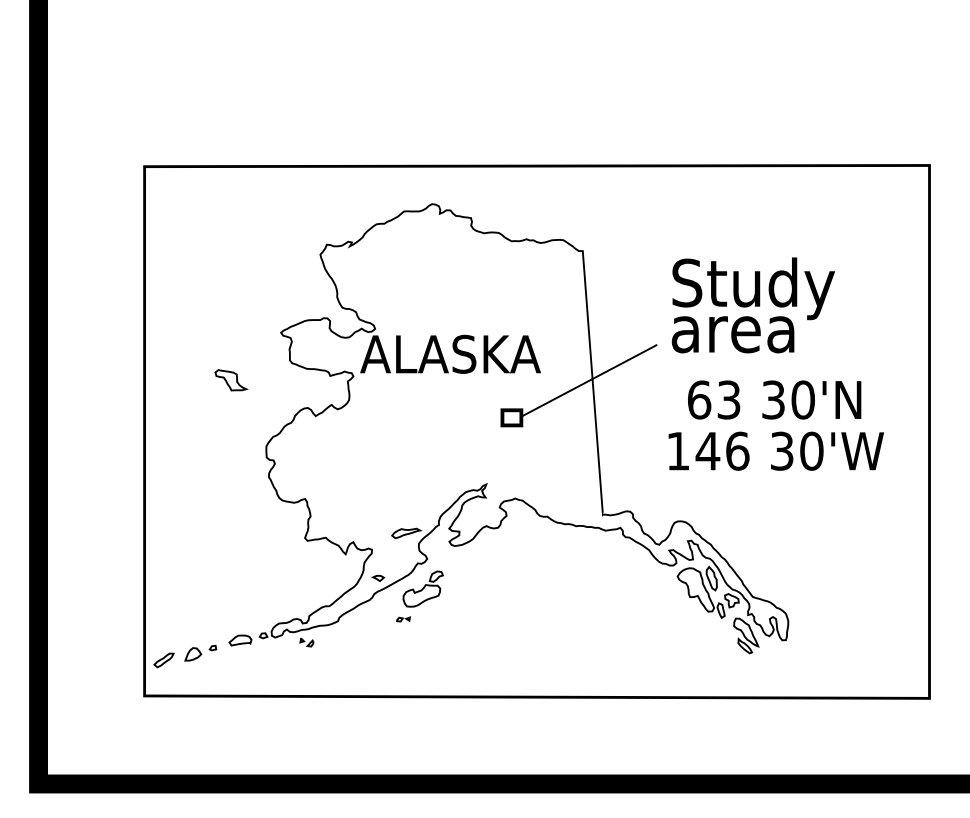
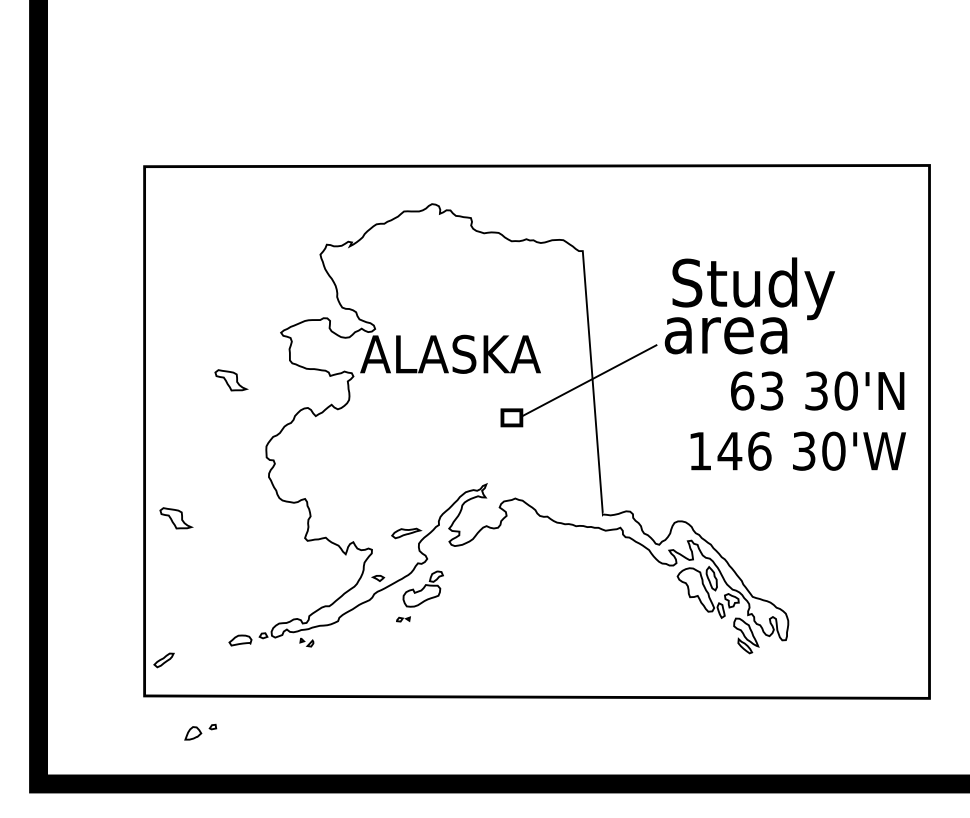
text at (732, 334) position: (732, 334) -> (725, 335)
text at (774, 399) position: (774, 399) -> (817, 390)
text at (775, 450) position: (775, 450) -> (797, 450)
part at (176, 518): none -> present
part at (200, 652) position: (200, 652) -> (200, 731)
